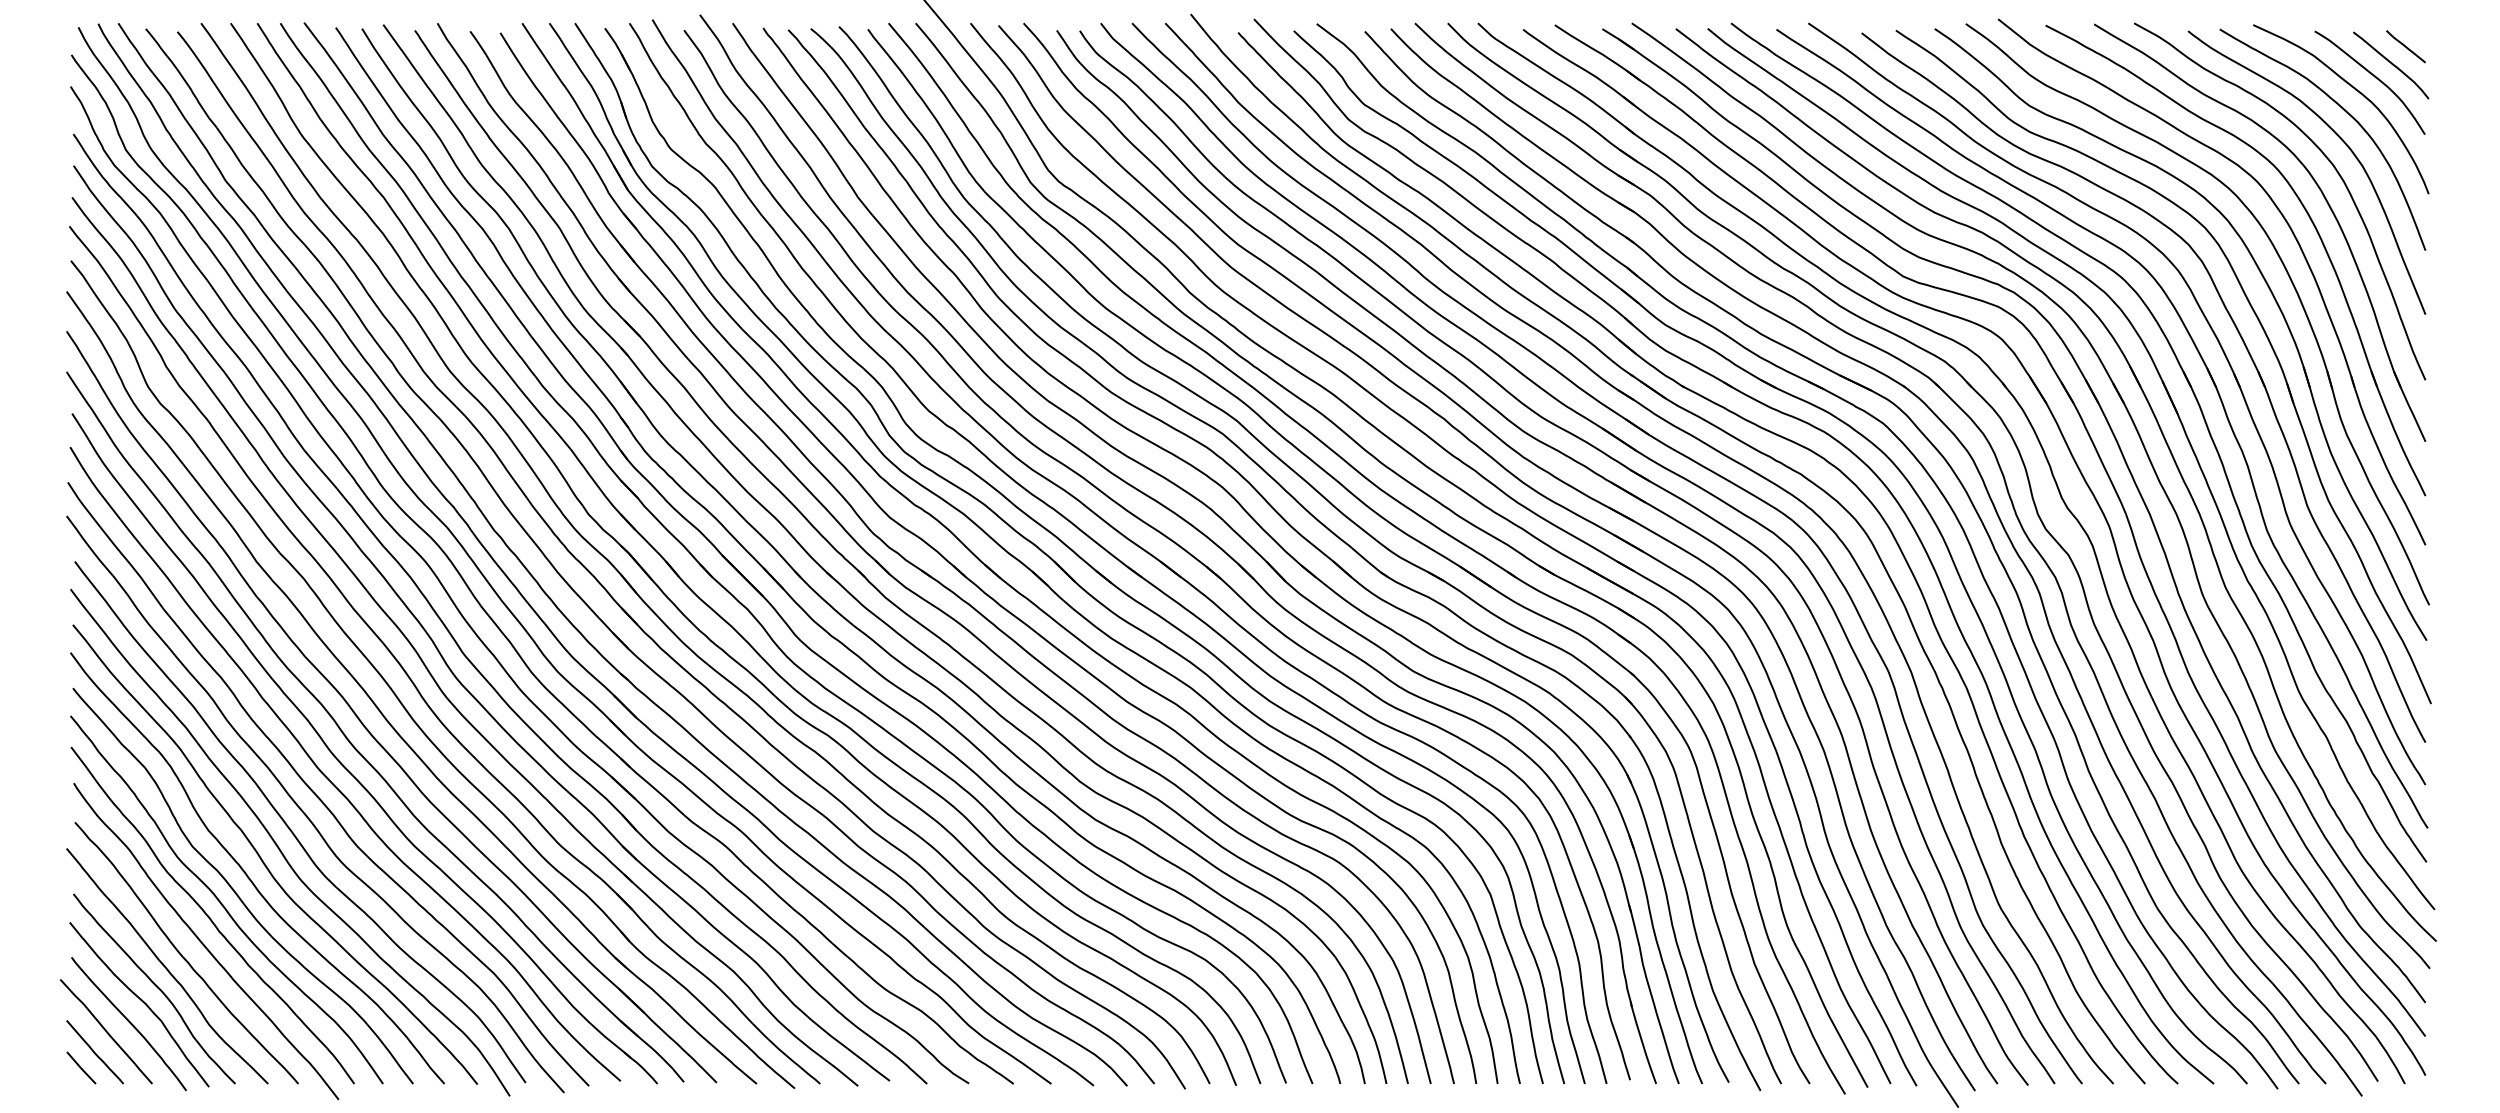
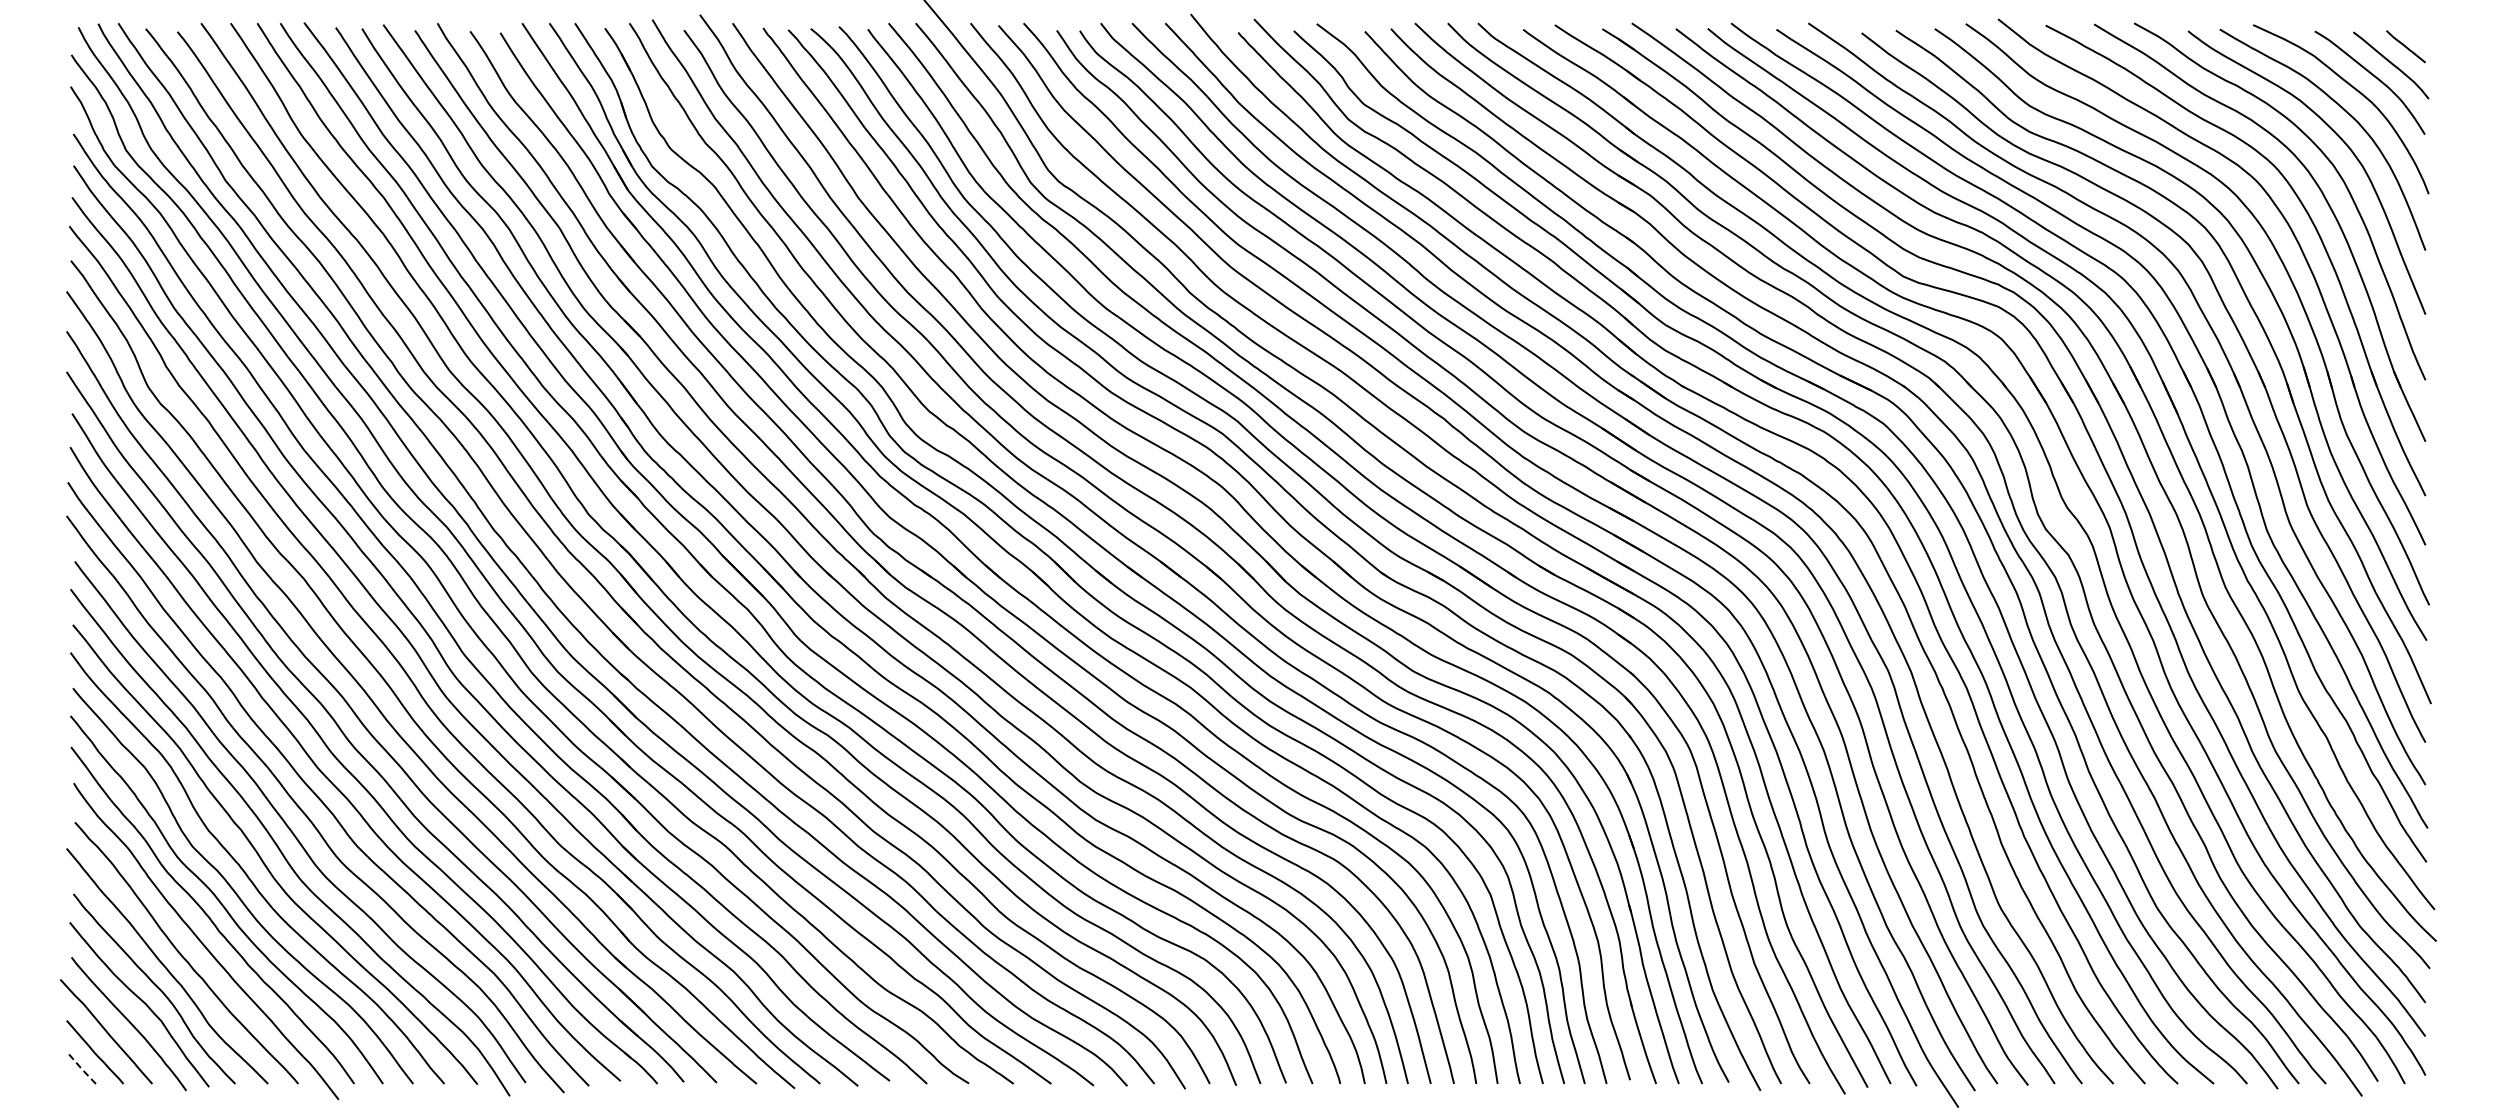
line at (81, 1068): solid -> dashed
